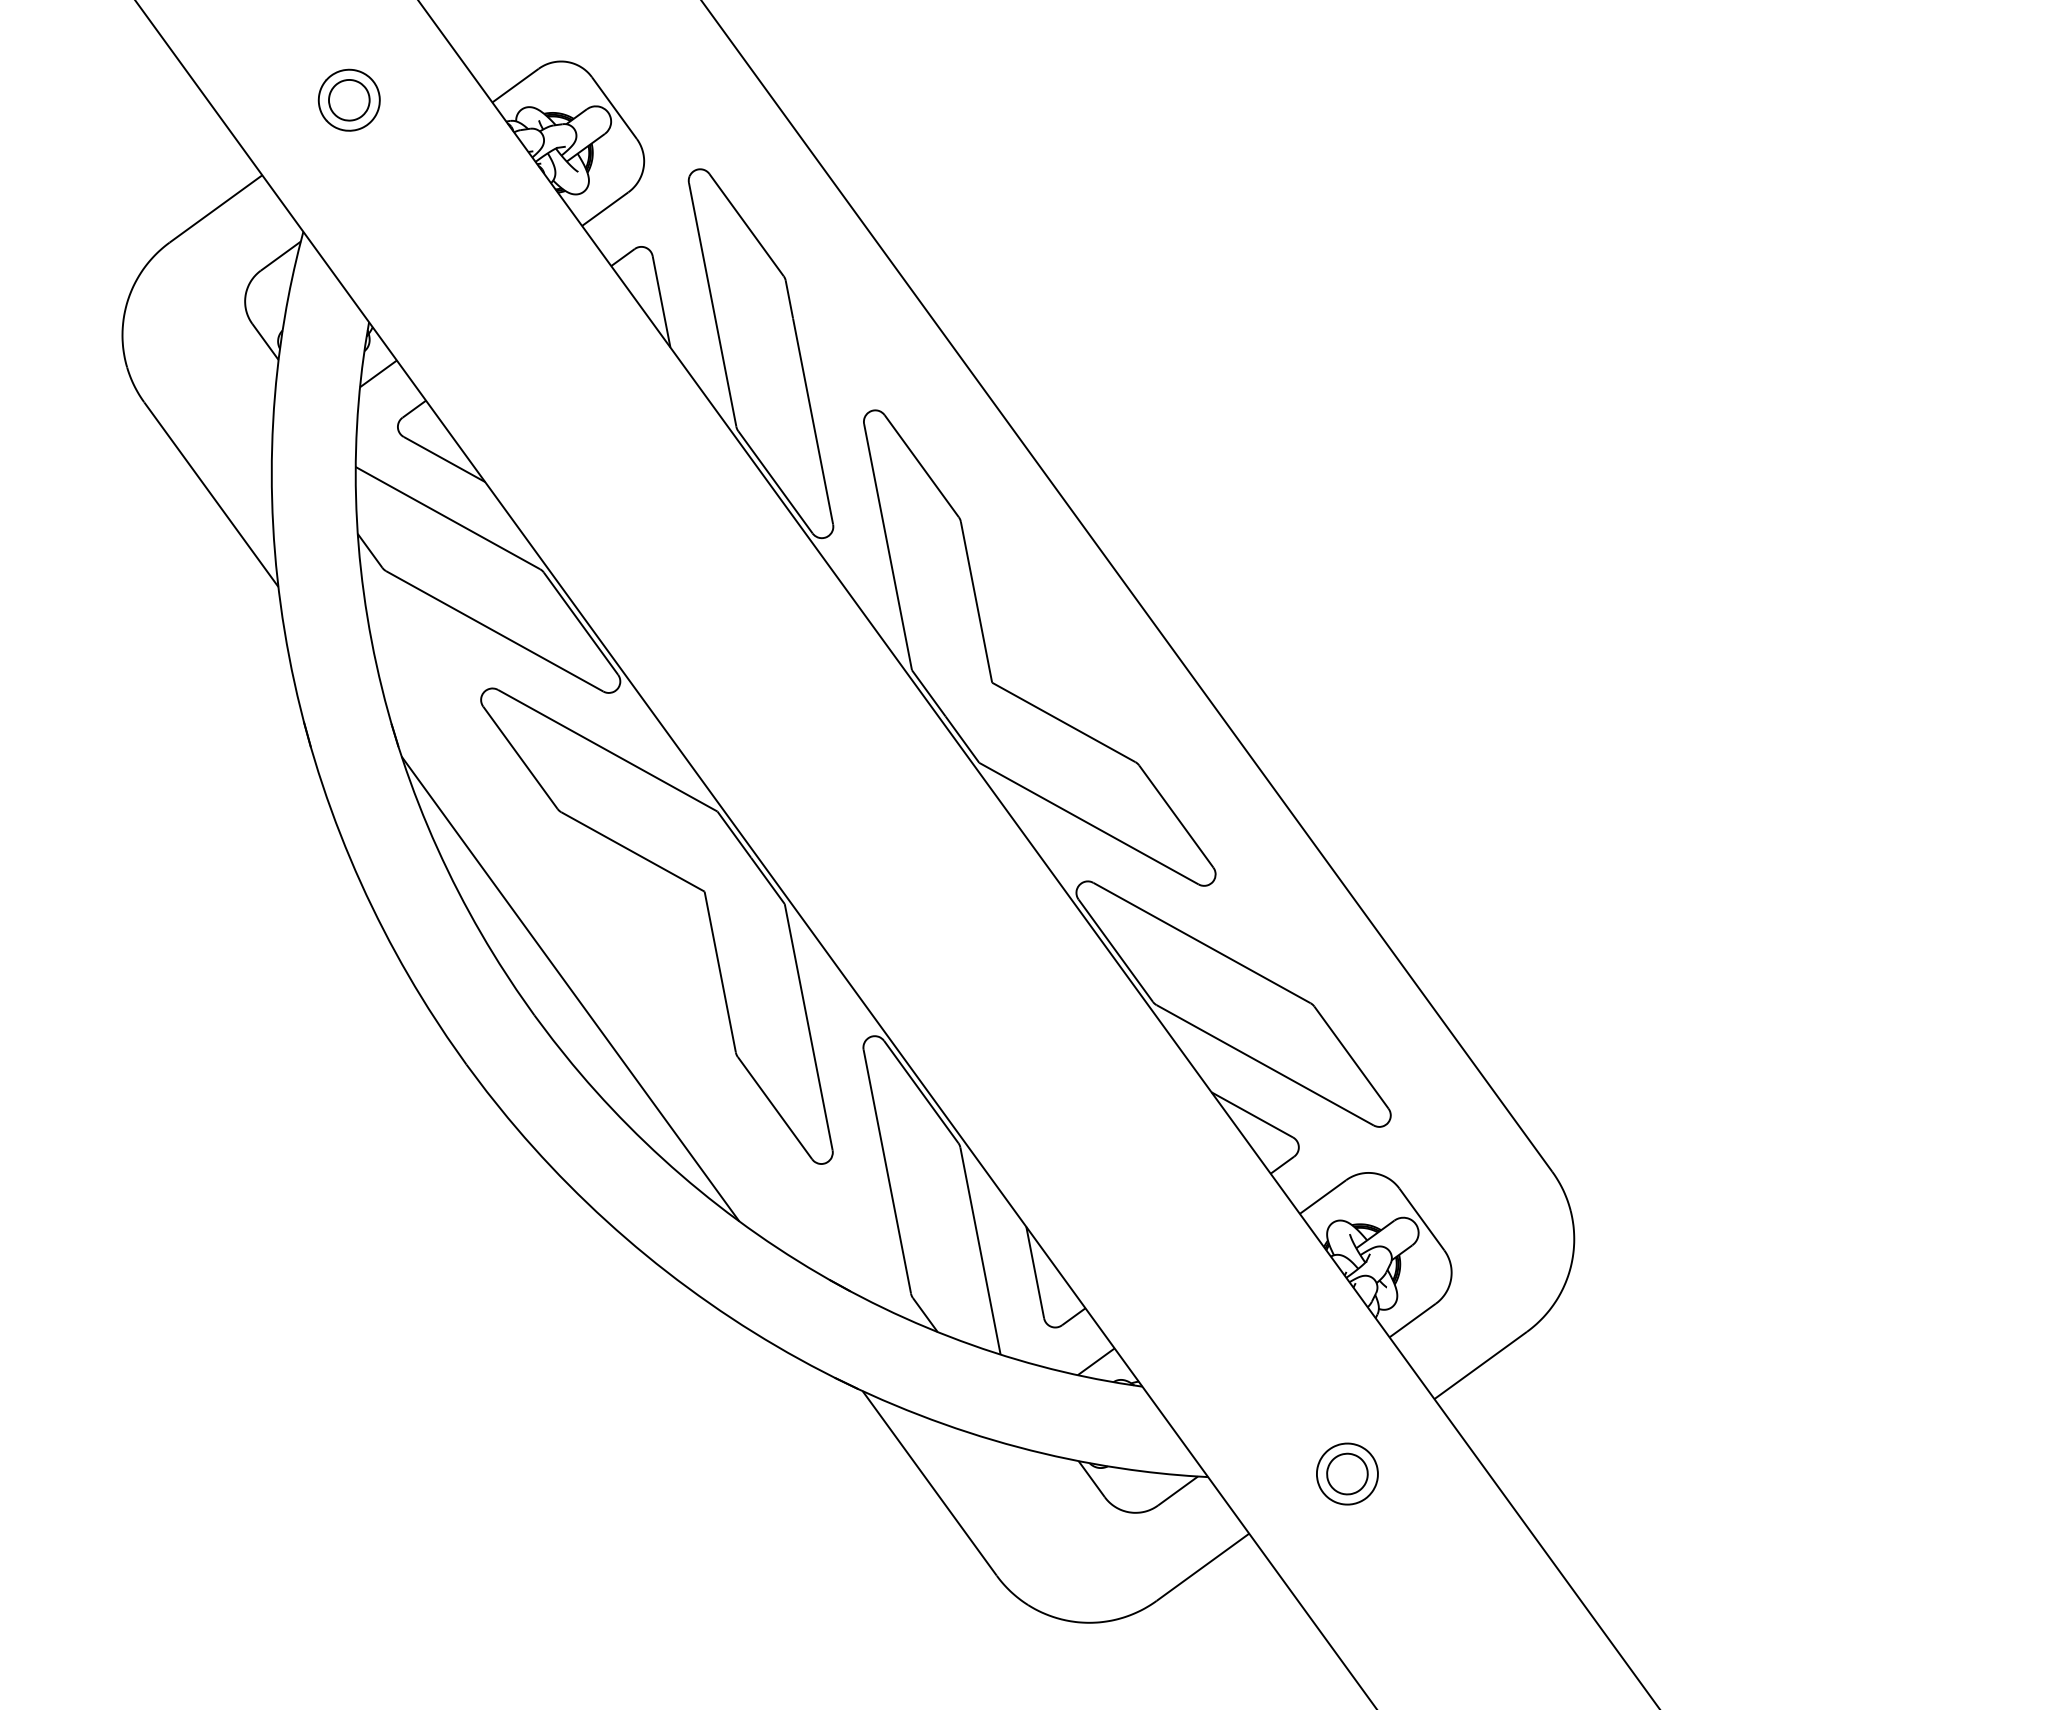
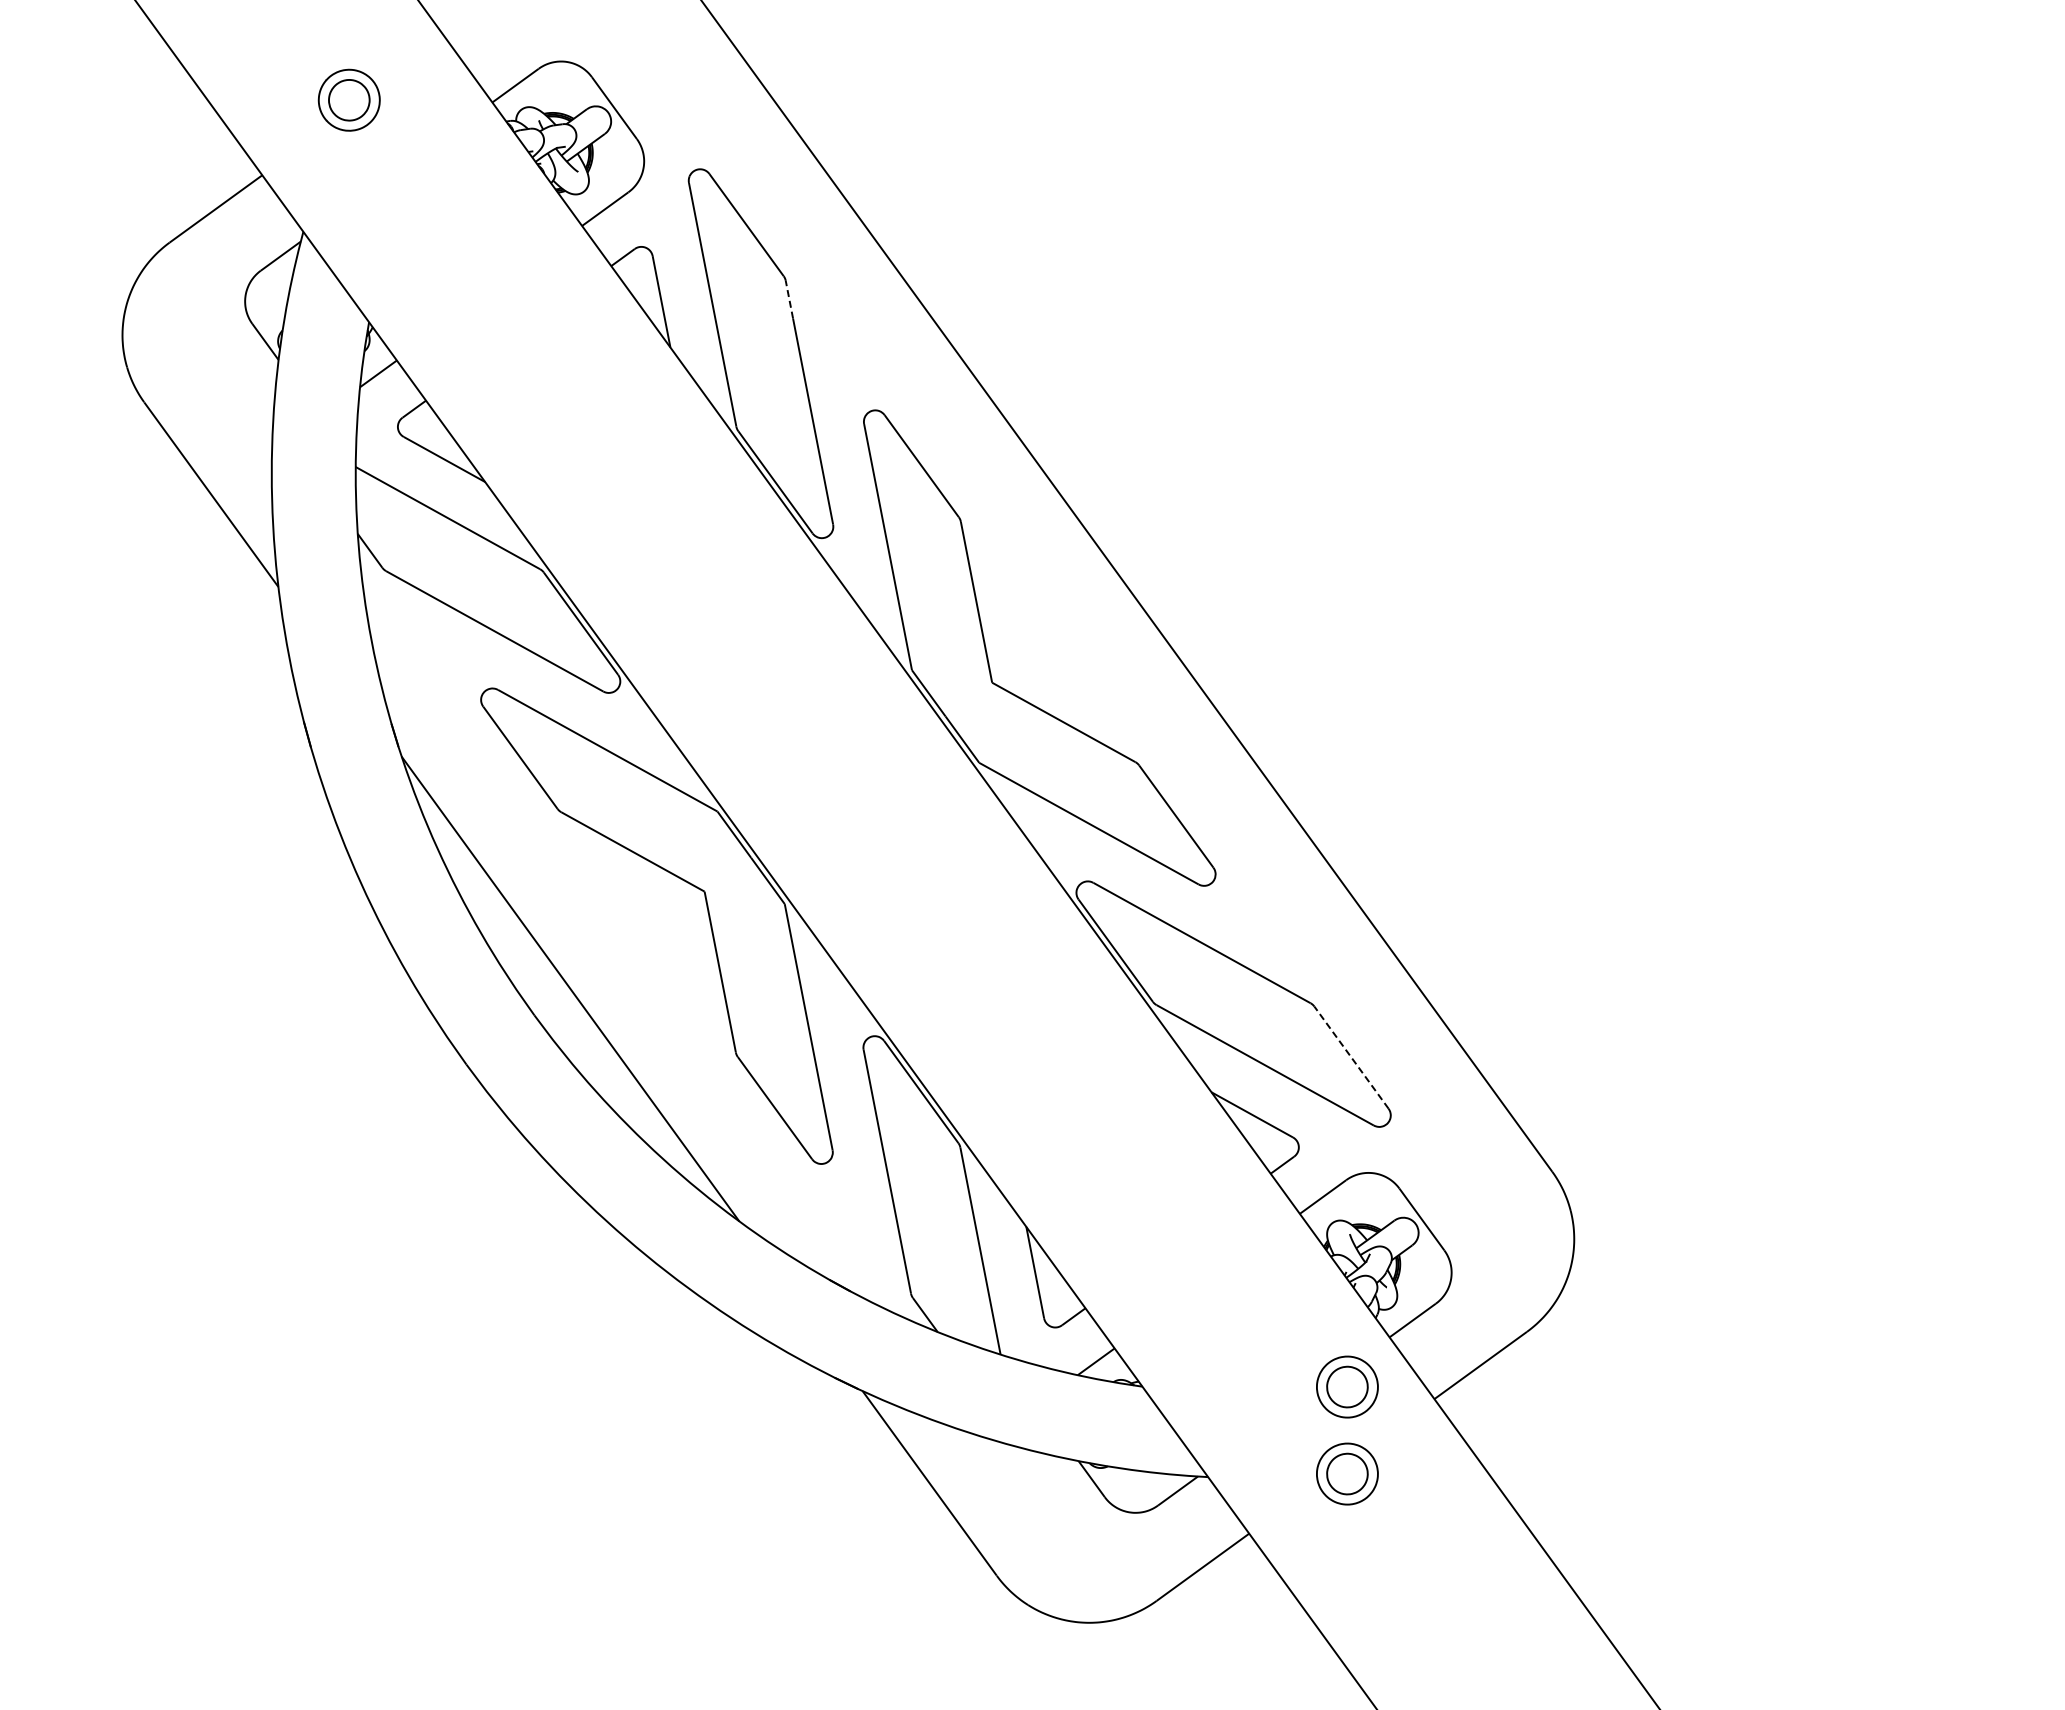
line at (789, 299): solid -> dashed
line at (1351, 1057): solid -> dashed
part at (1347, 1386): none -> present
